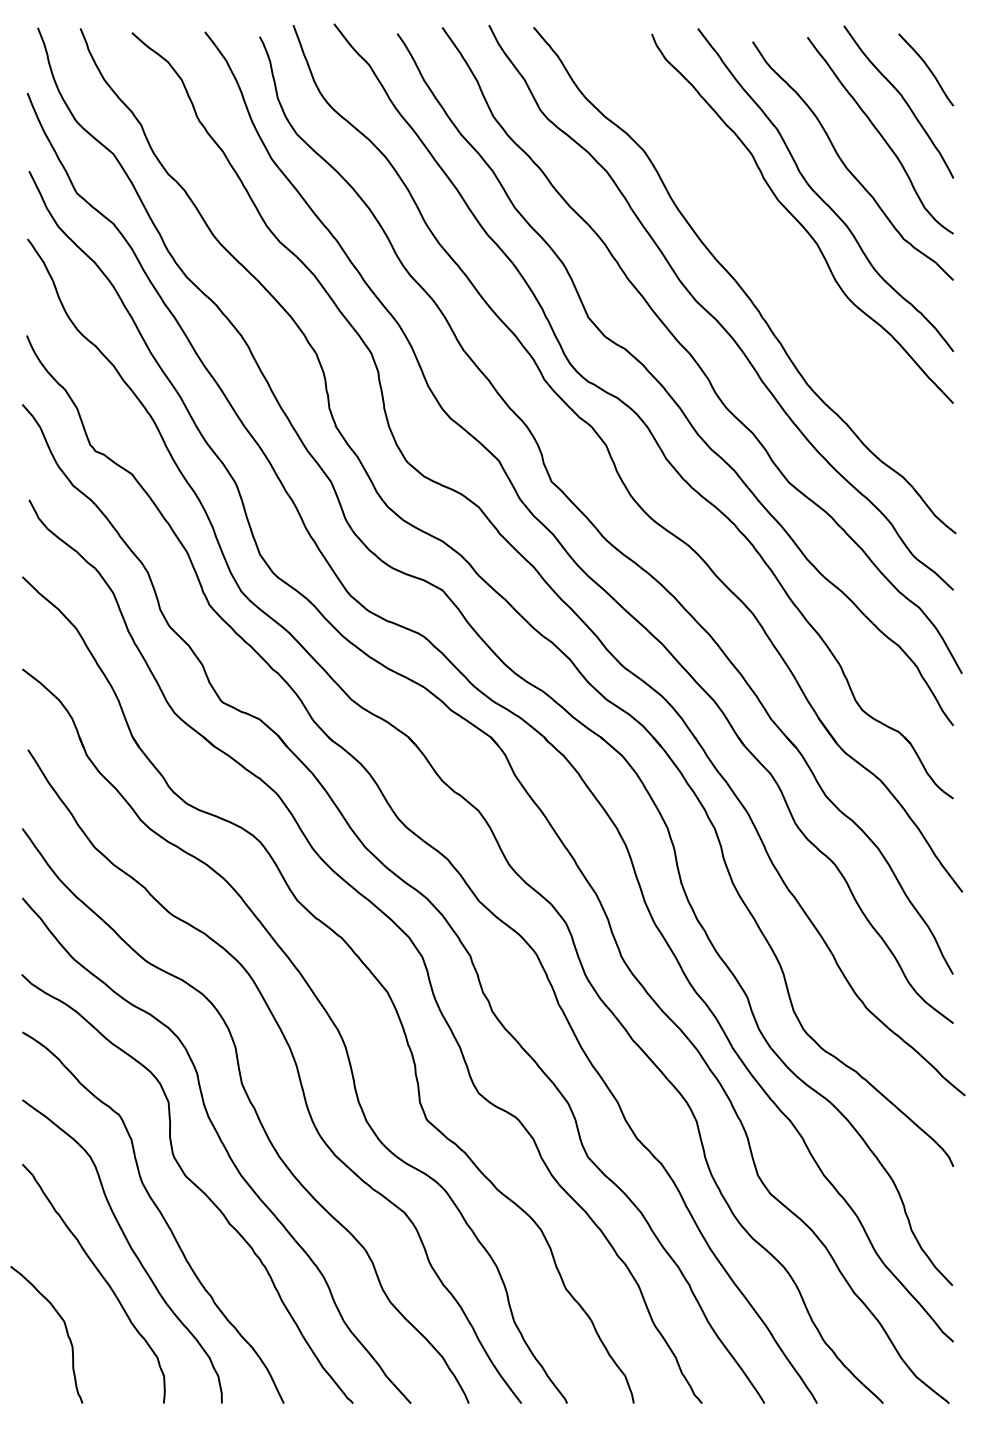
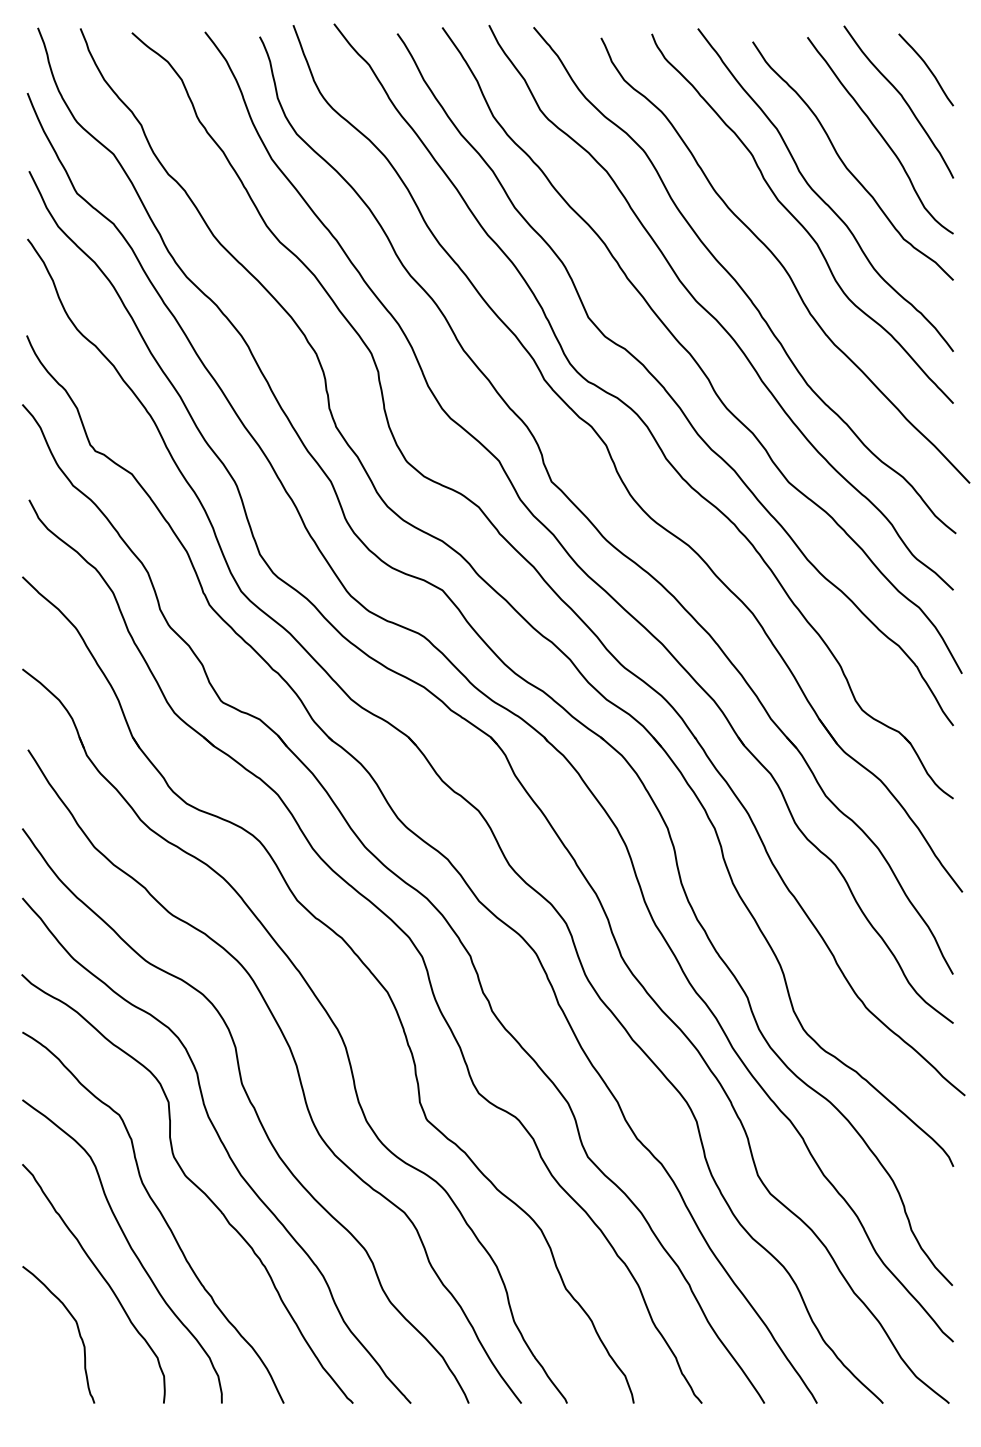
curve at (781, 262): none -> present
curve at (65, 1329) position: (65, 1329) -> (77, 1329)
